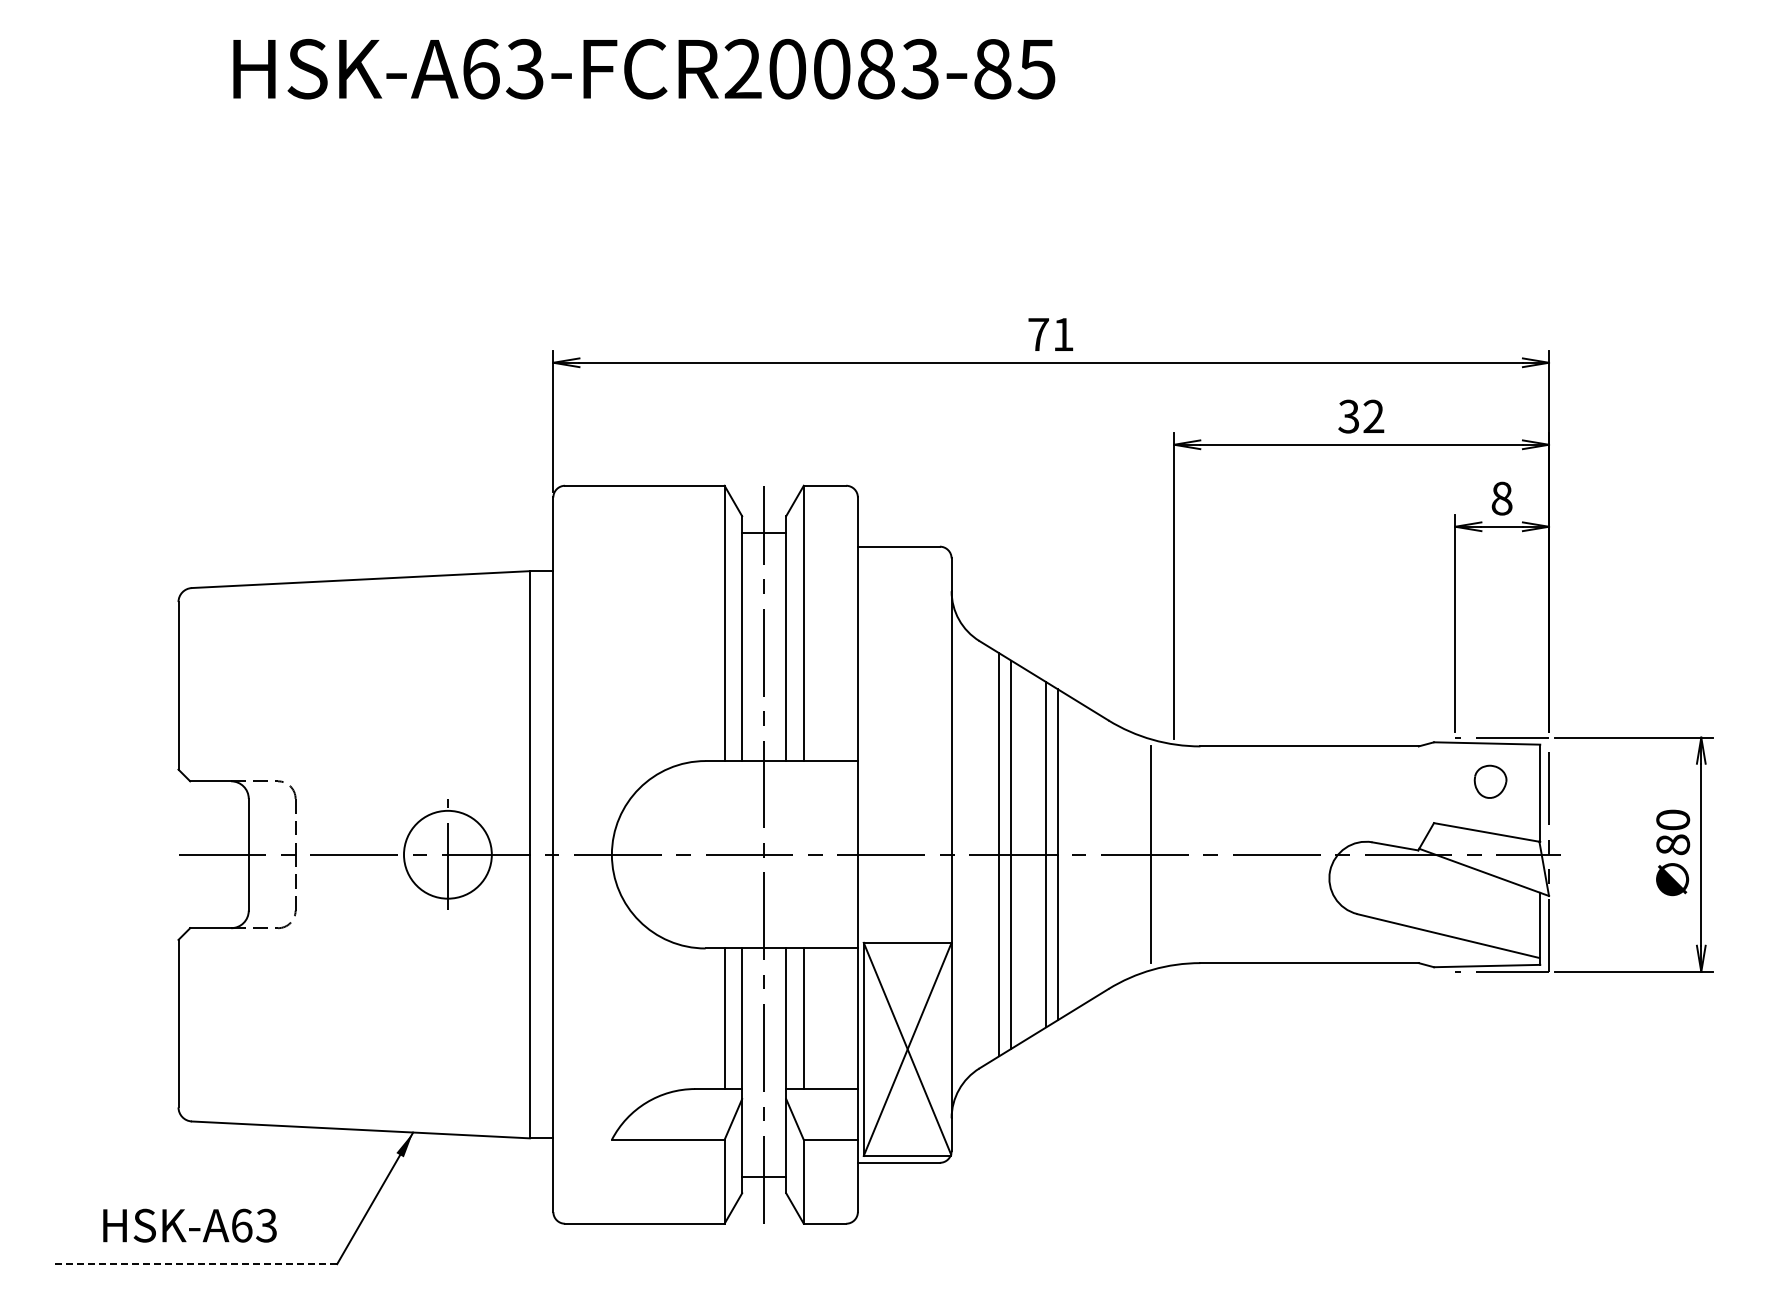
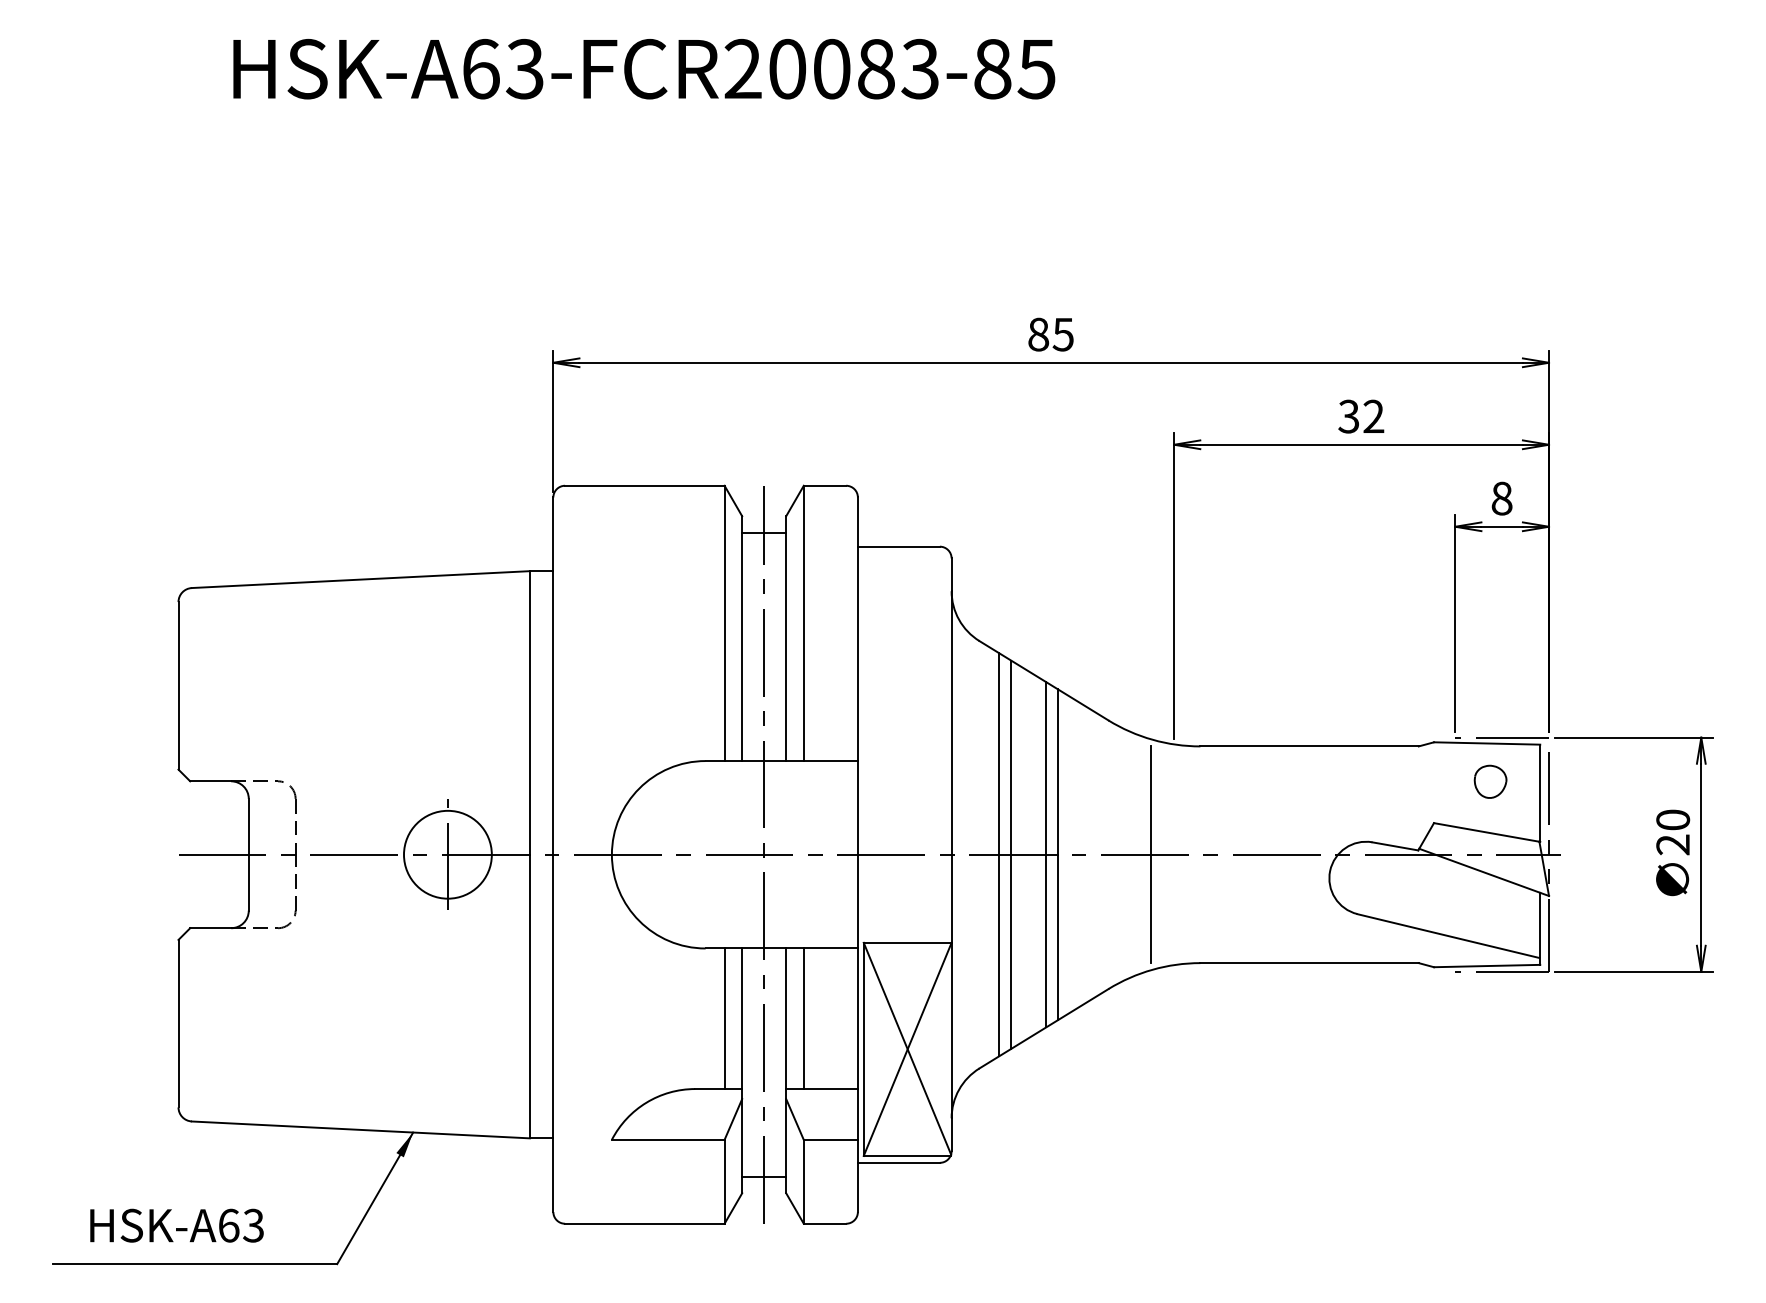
text at (1050, 334): 71 -> 85
text at (1673, 844): 80 -> 20
text at (189, 1225) position: (189, 1225) -> (176, 1225)
line at (194, 1264): dashed -> solid
